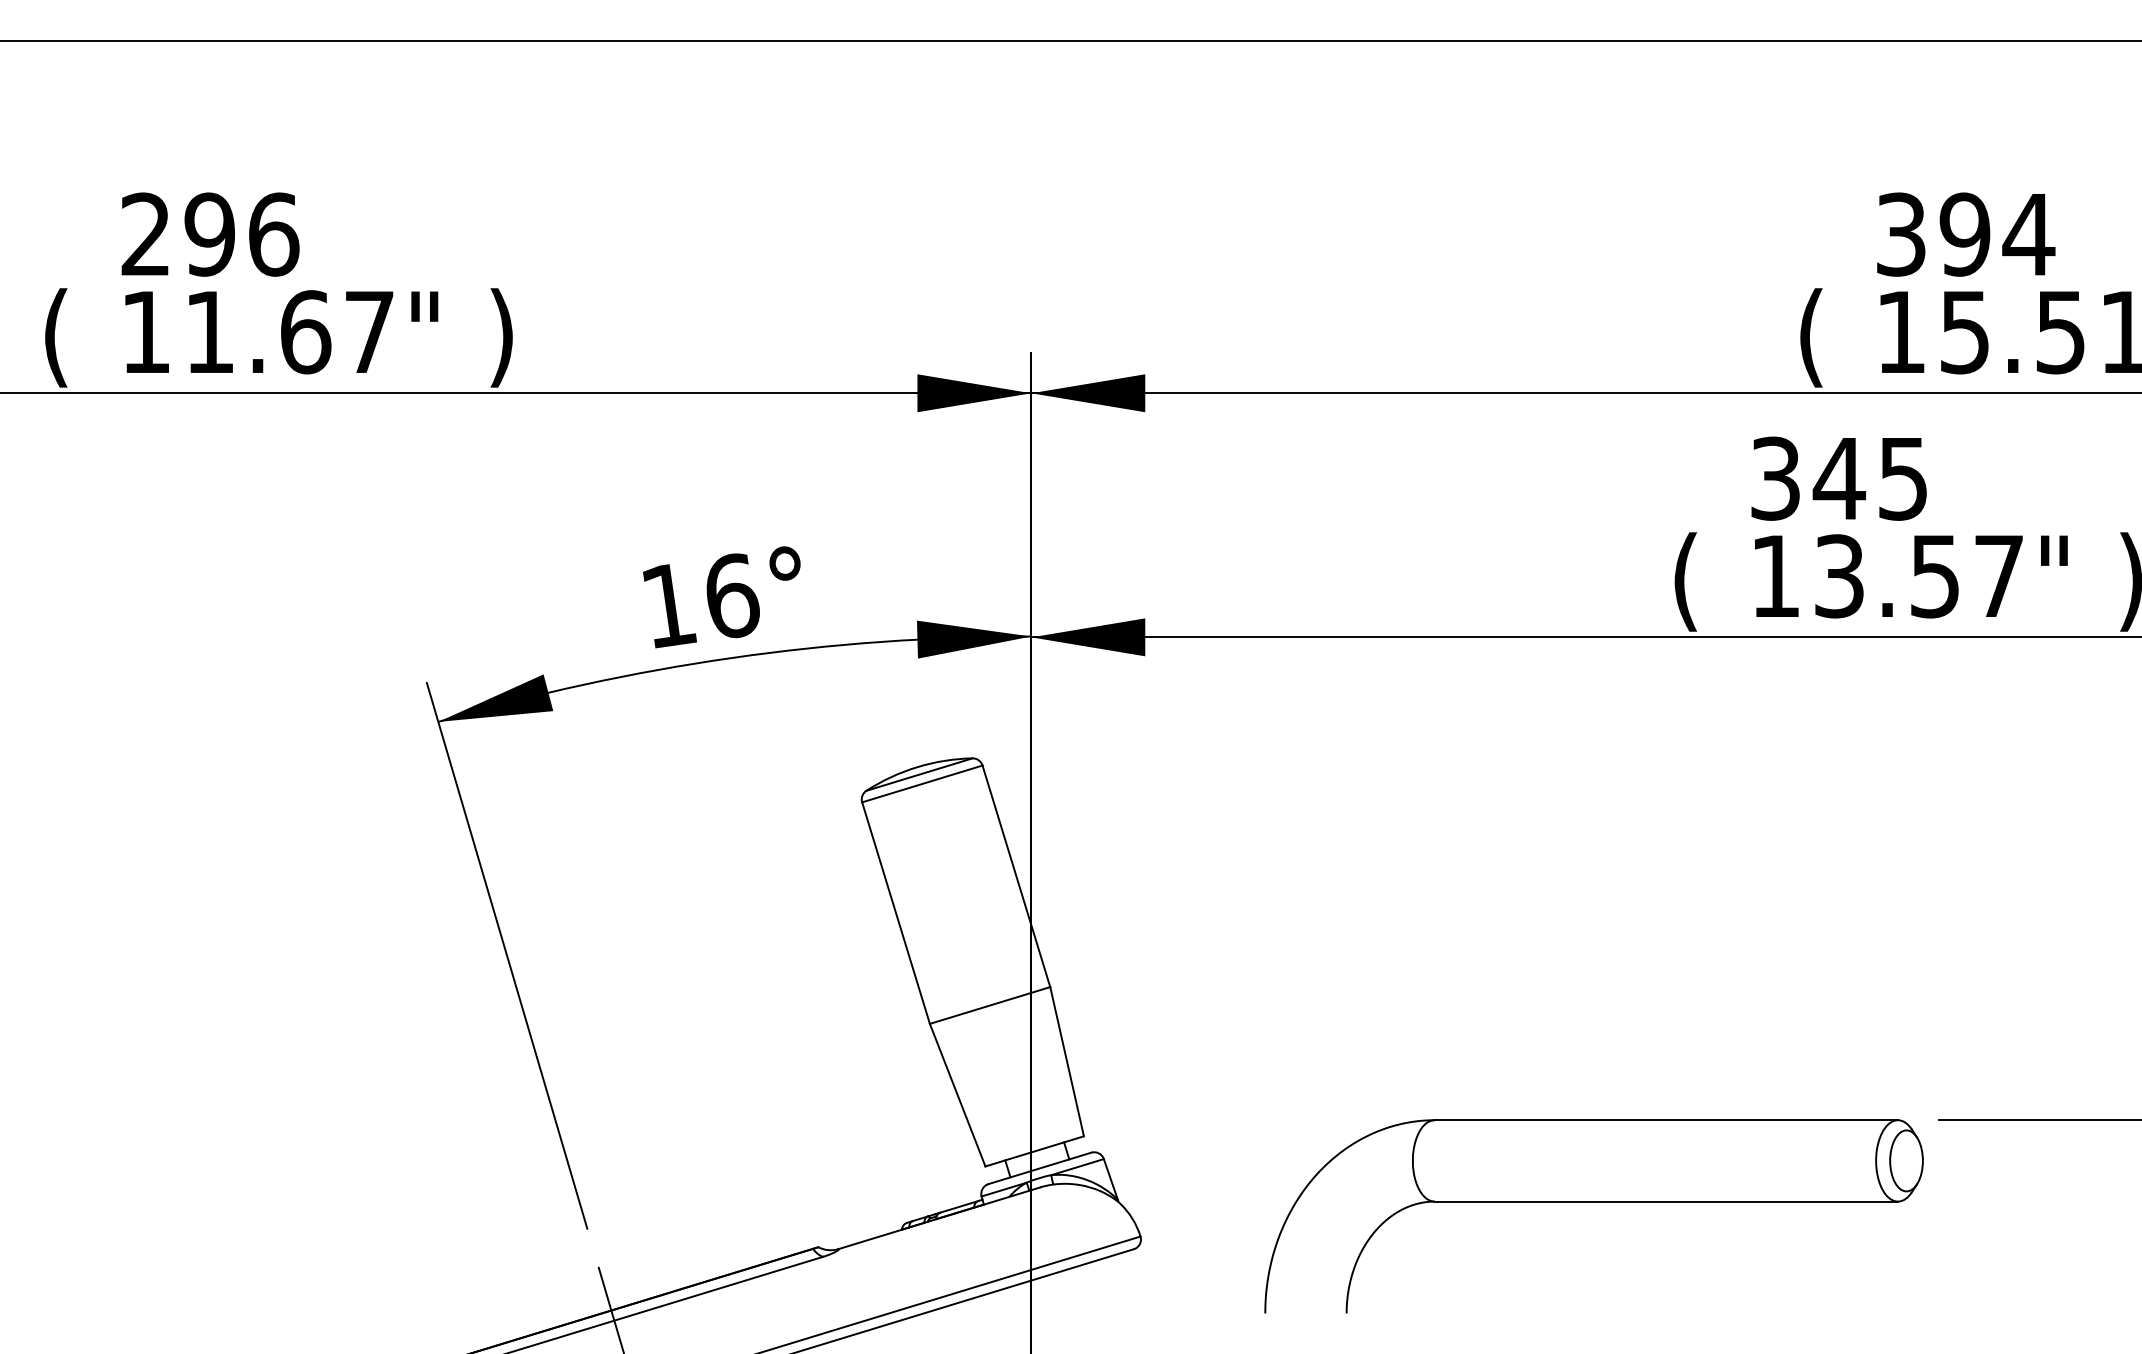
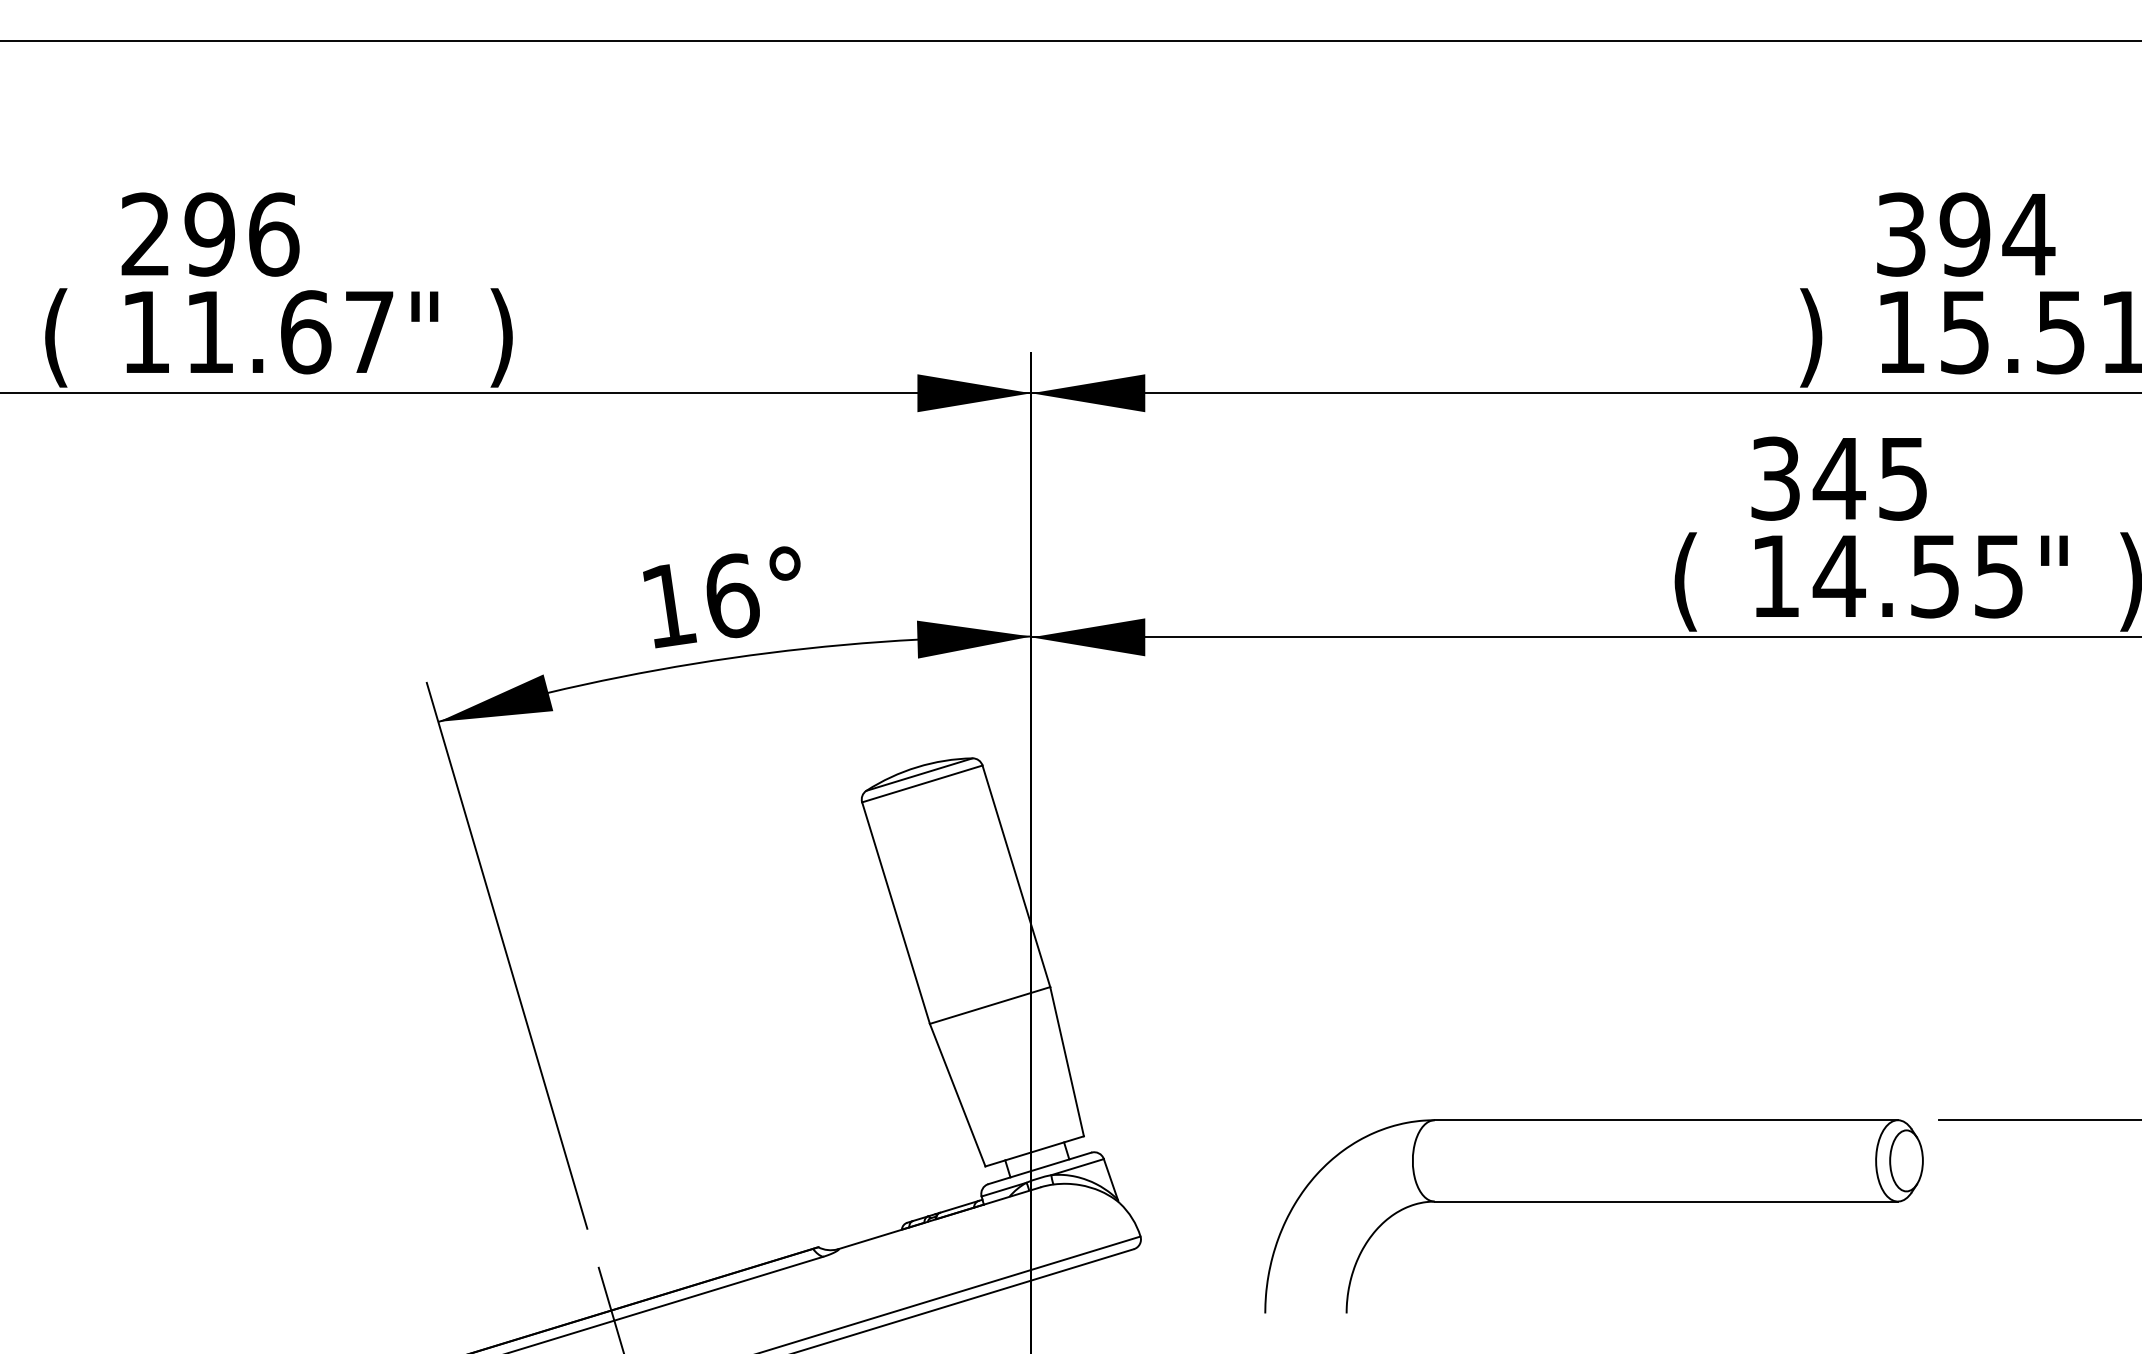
text at (1811, 337): ( -> )
text at (1917, 576): 13.57" -> 14.55"
